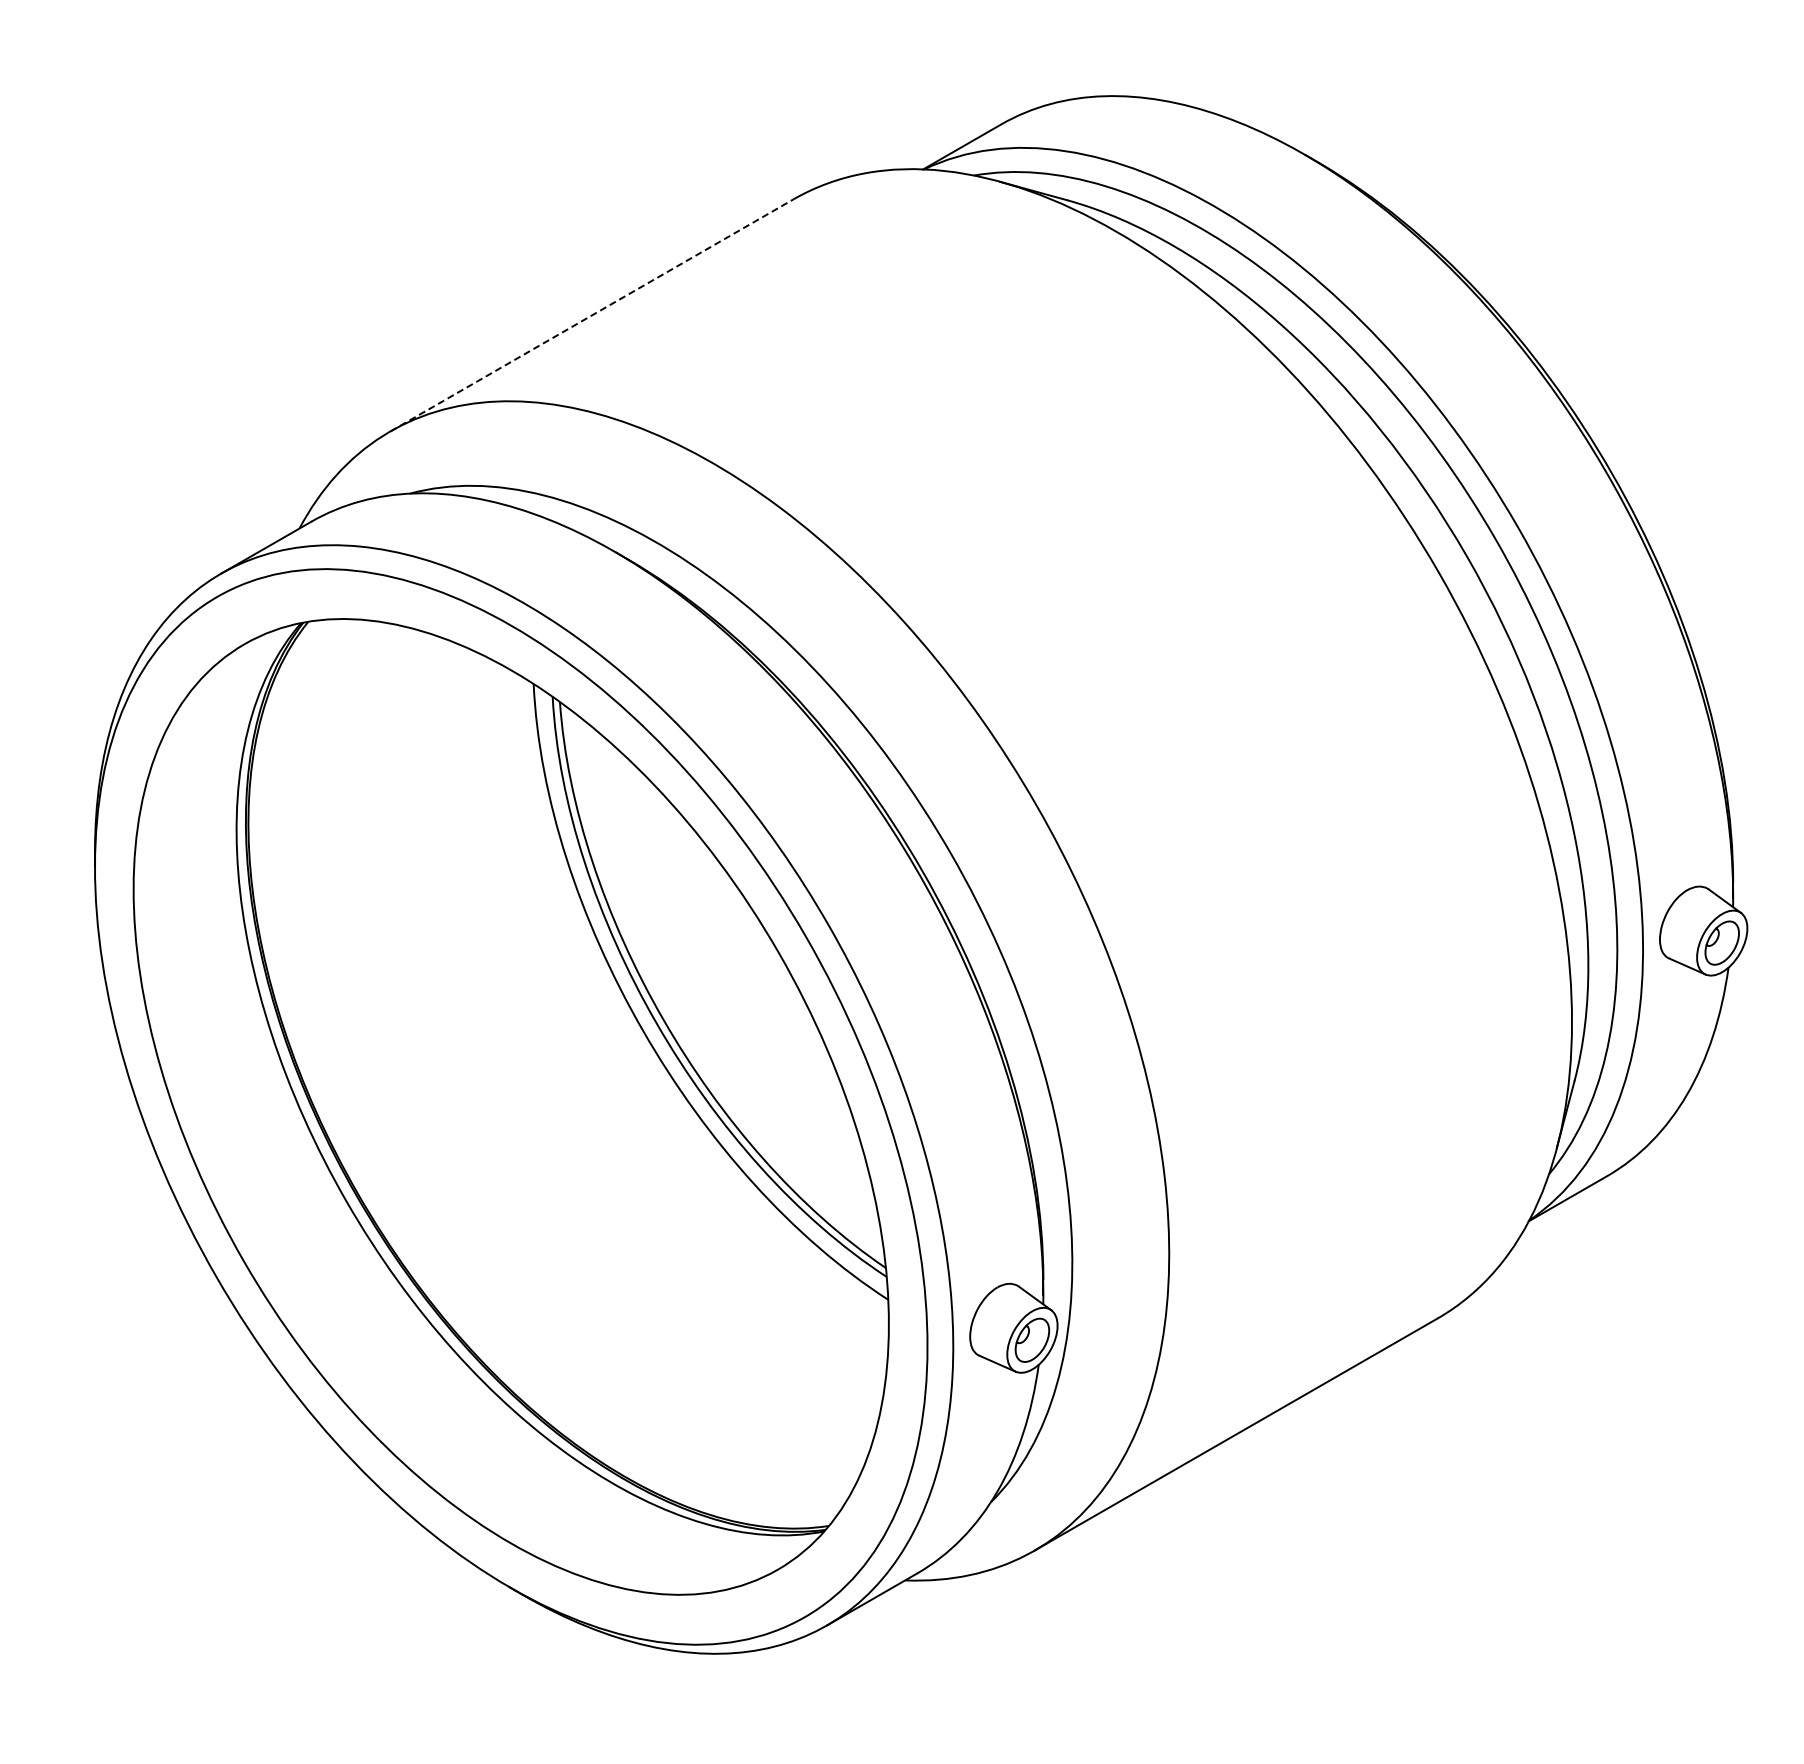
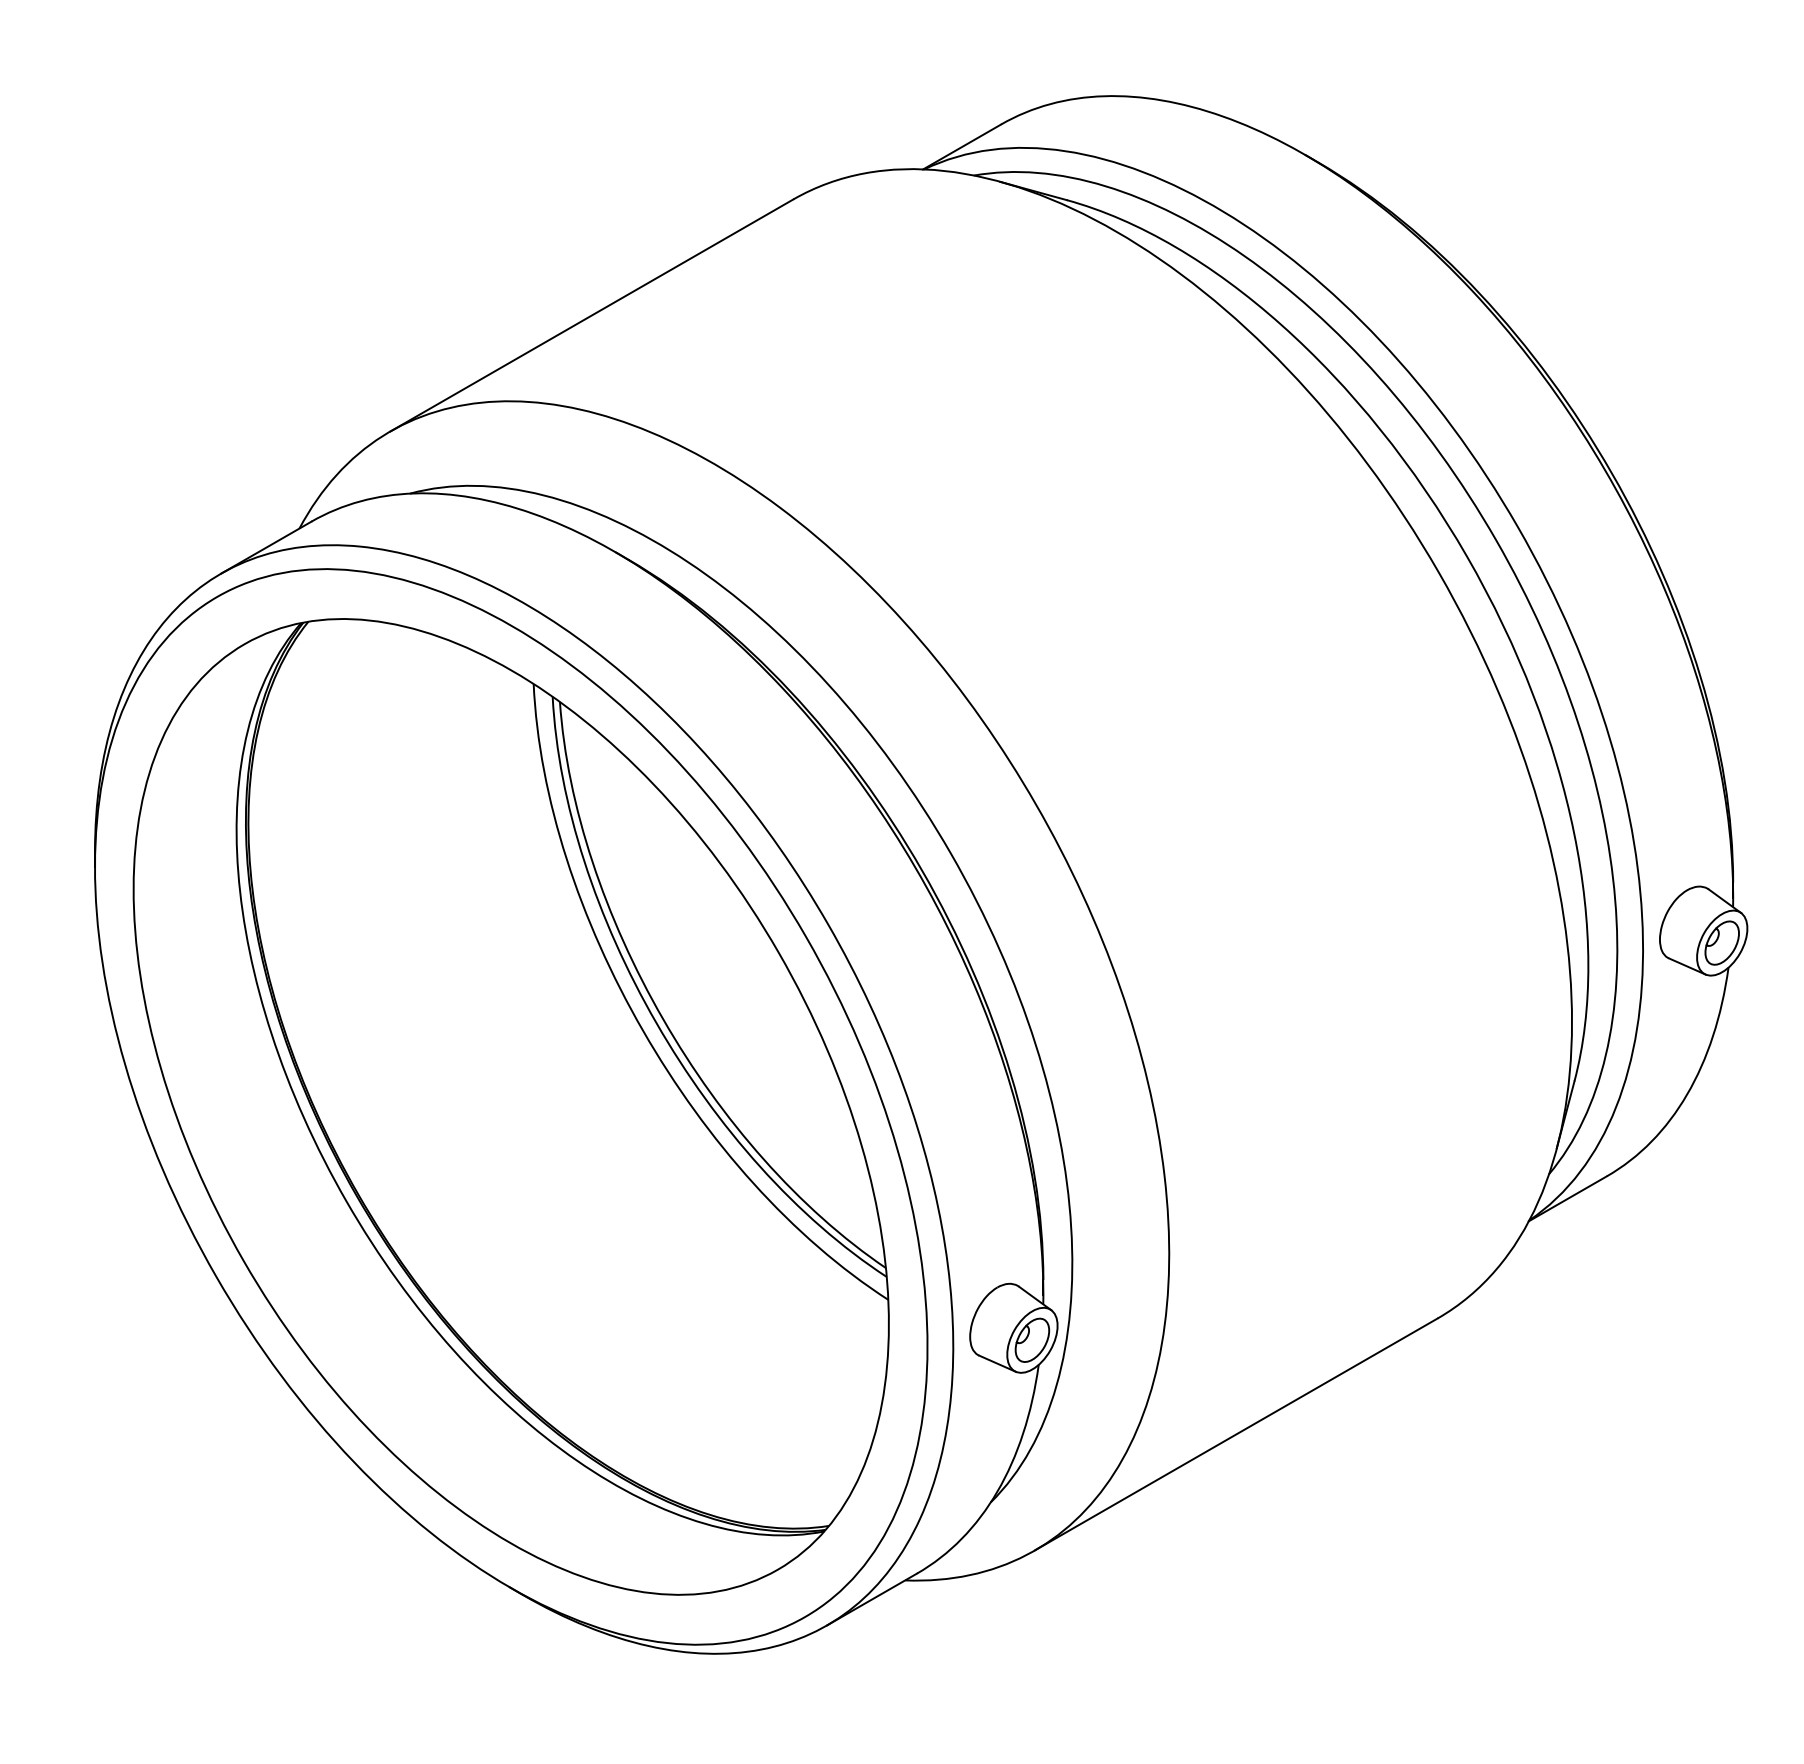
line at (592, 315): dashed -> solid
